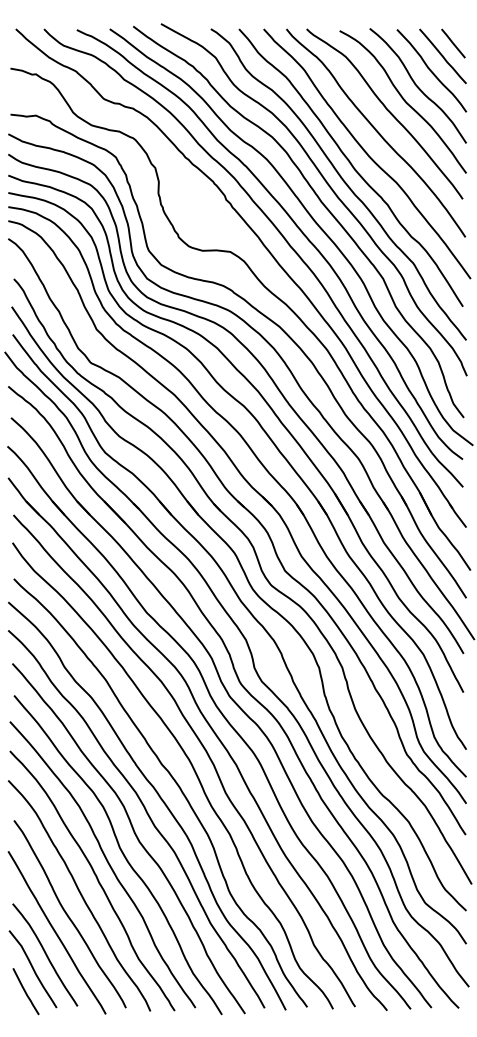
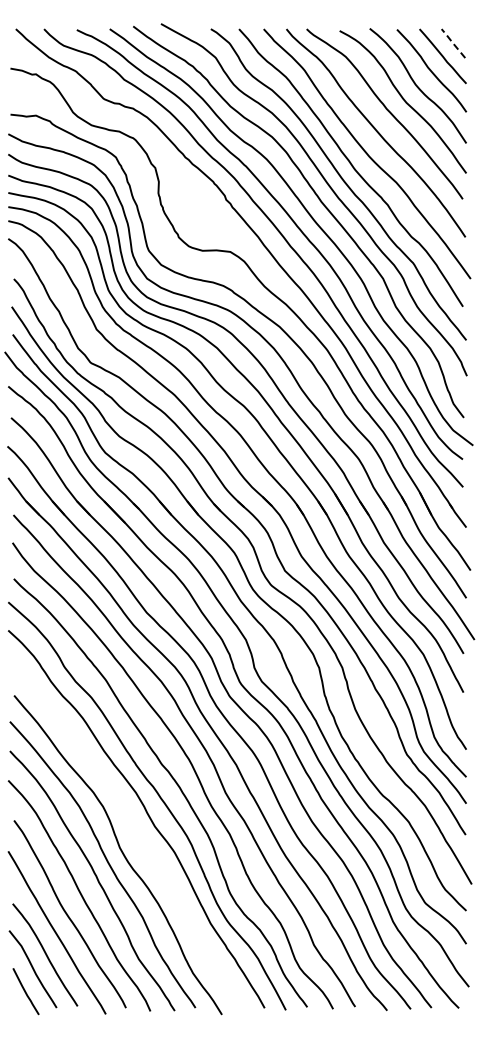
line at (452, 43): solid -> dashed
curve at (134, 834): present -> none
